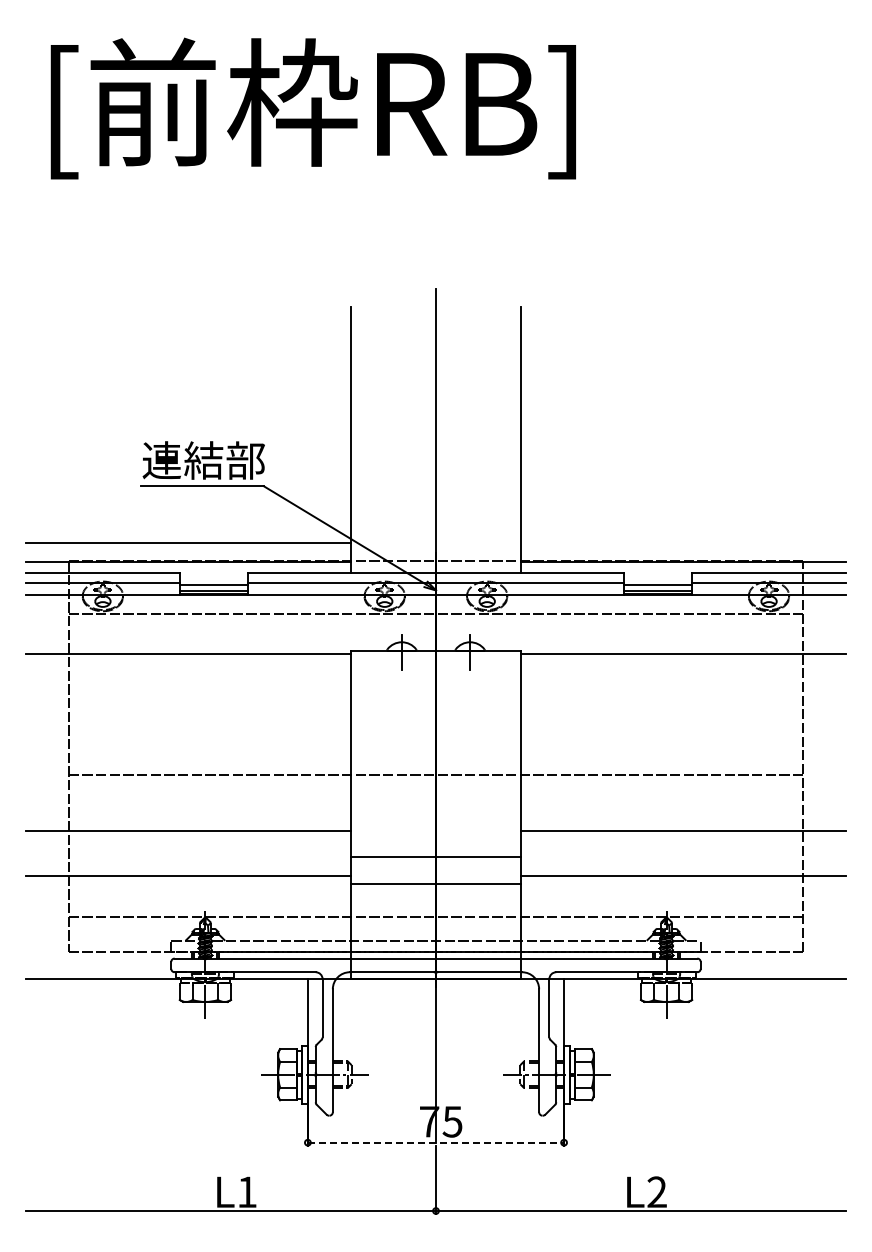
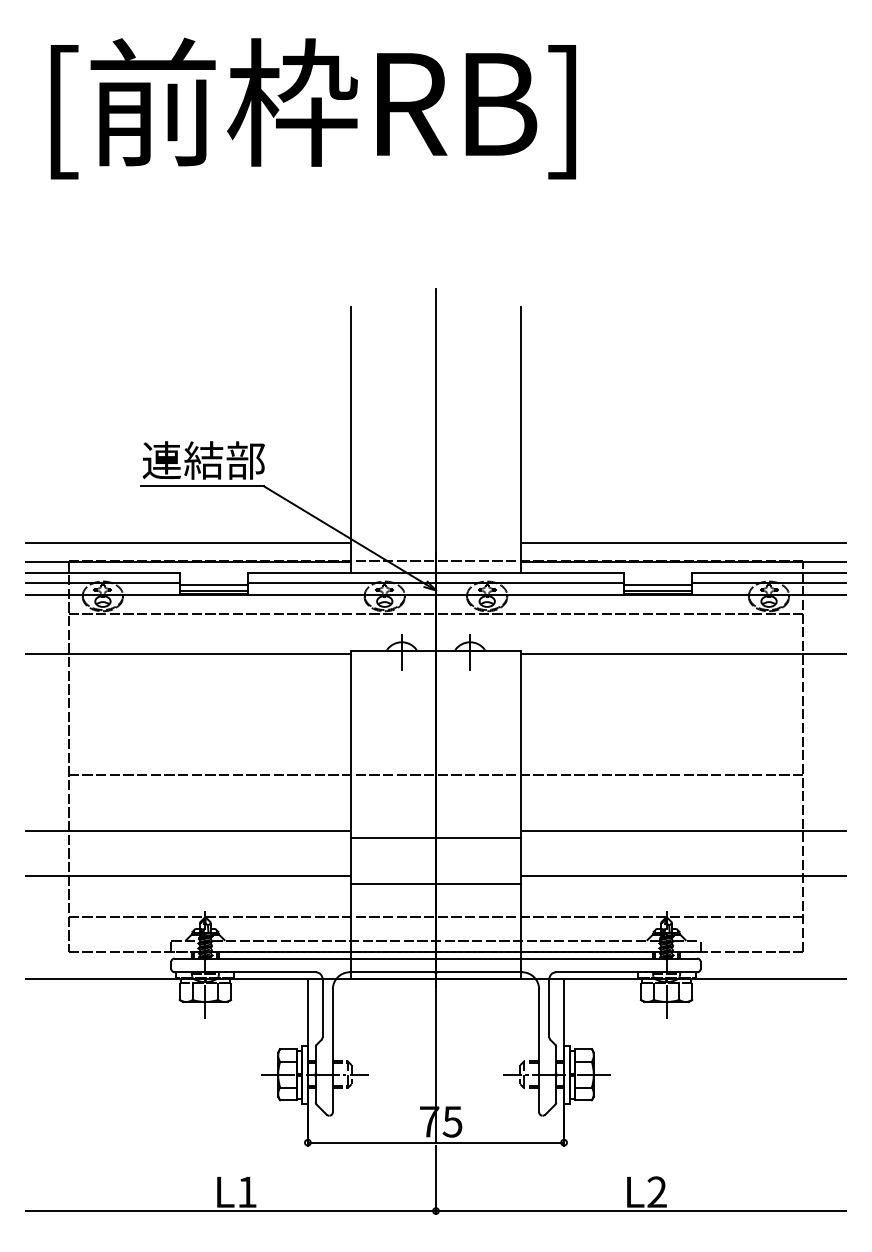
line at (683, 543): none -> present
line at (435, 856) position: (435, 856) -> (435, 837)
line at (436, 1142): dashed -> solid
